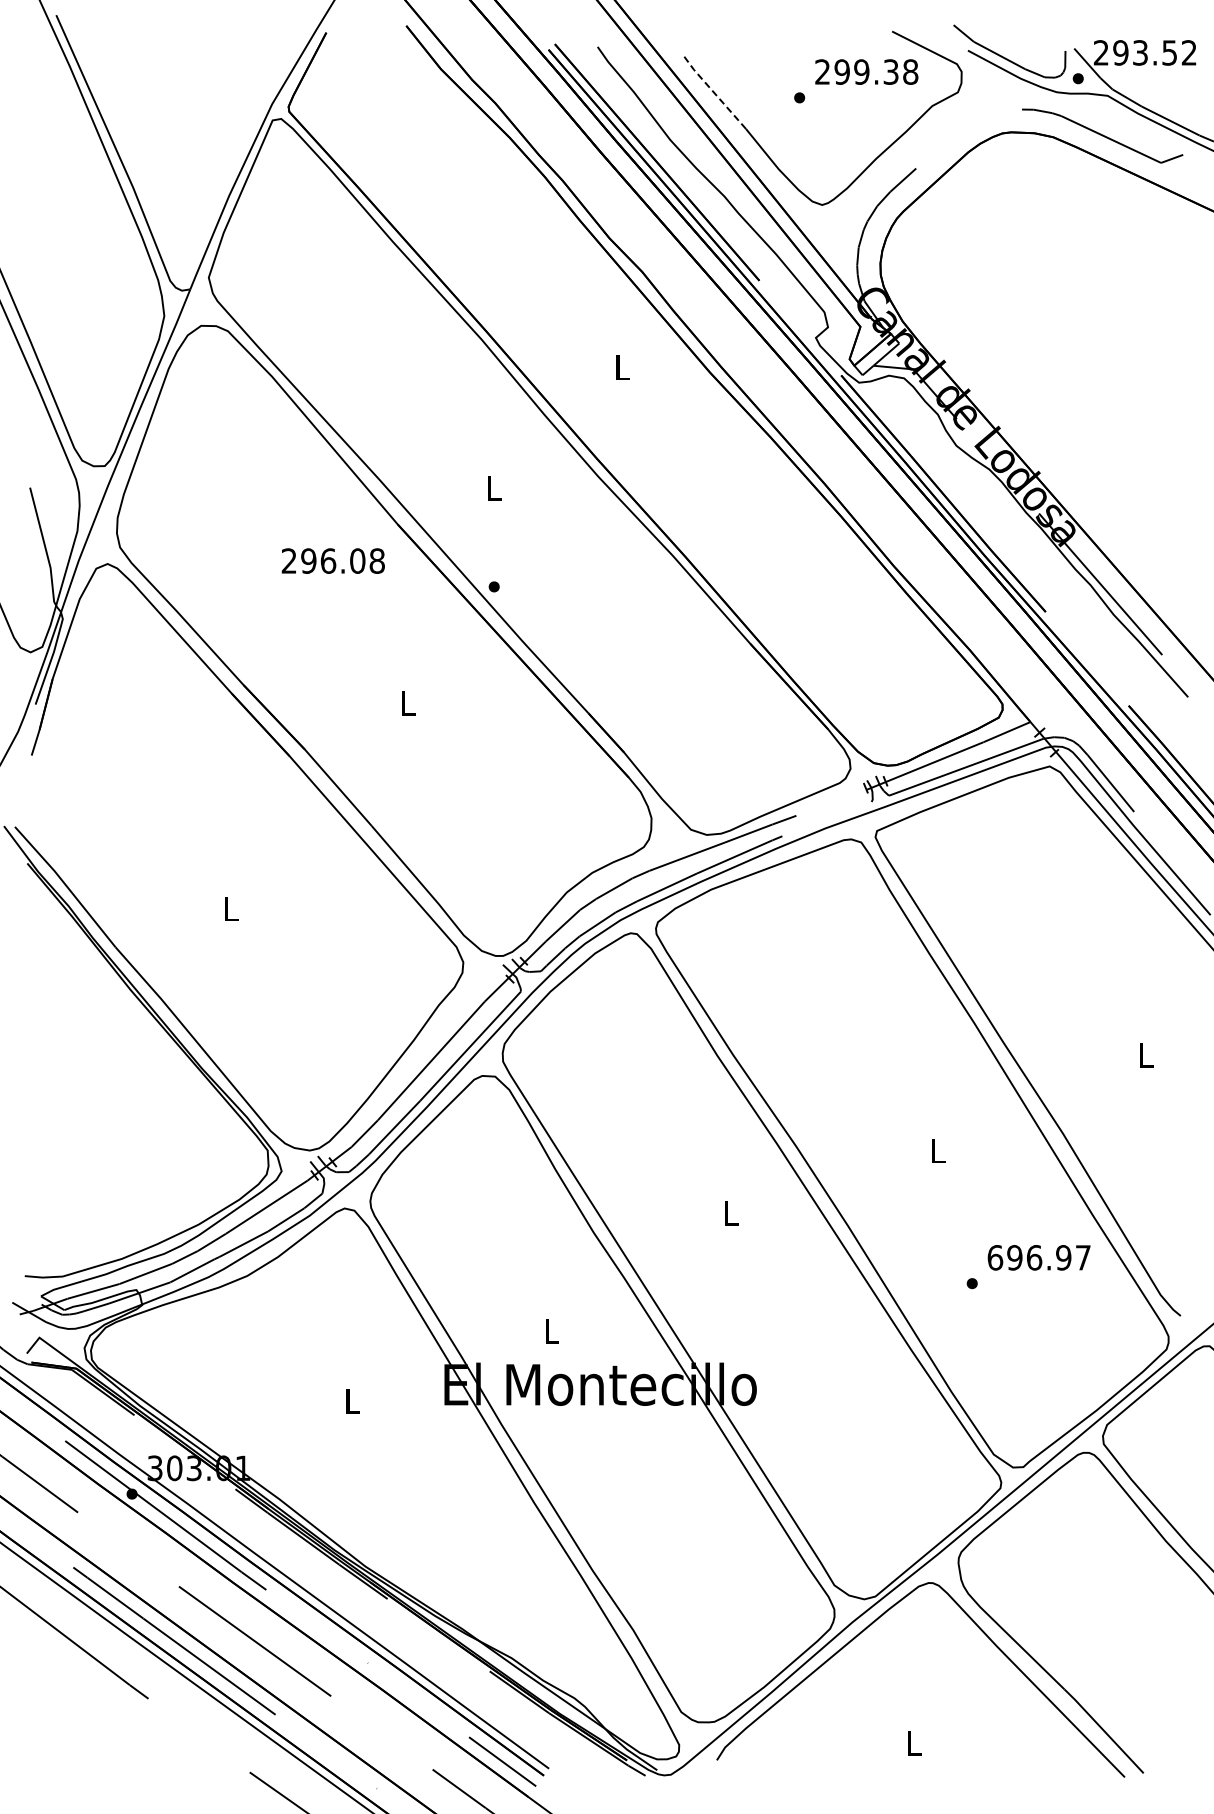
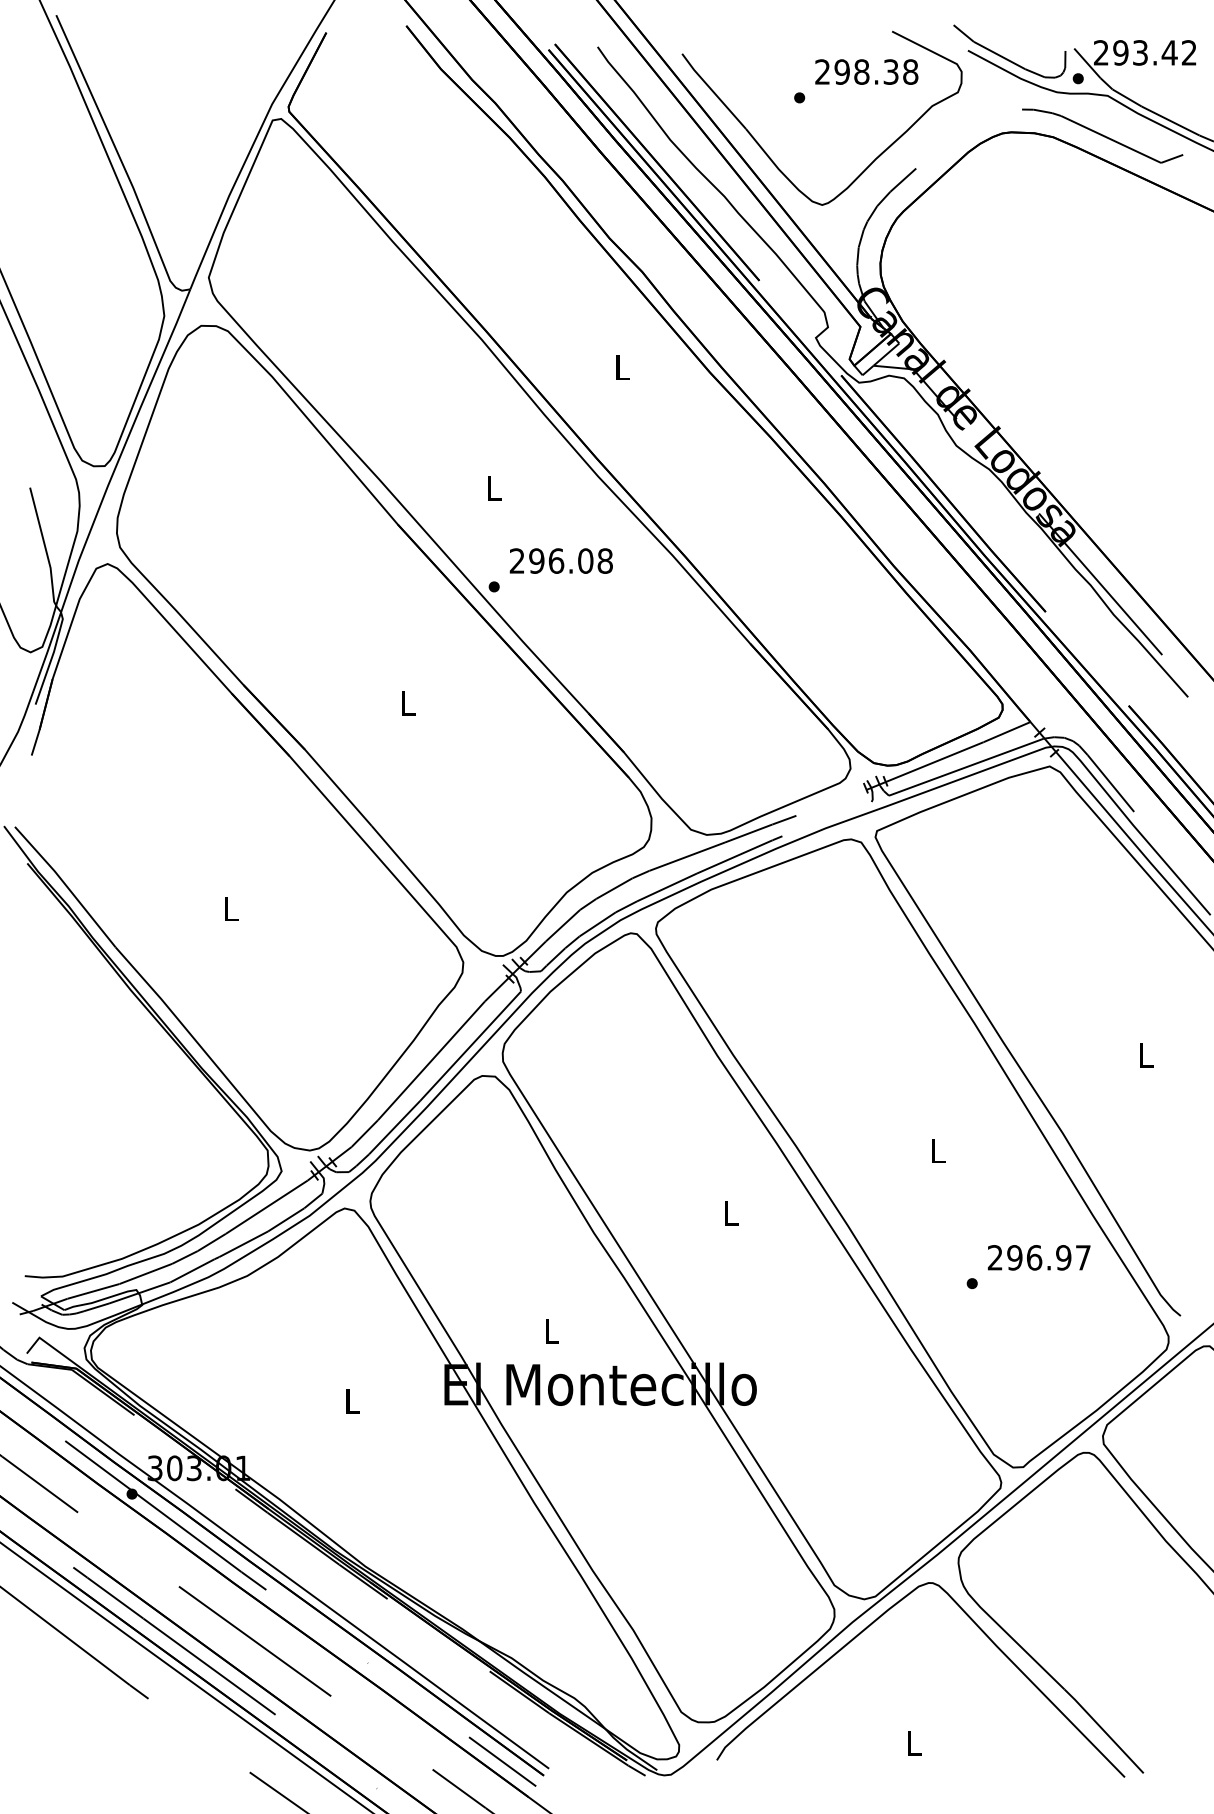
text at (1169, 52): 293.52 -> 293.42
text at (861, 71): 299.38 -> 298.38
line at (712, 90): dashed -> solid
text at (332, 560) position: (332, 560) -> (560, 560)
text at (995, 1257): 696.97 -> 296.97
